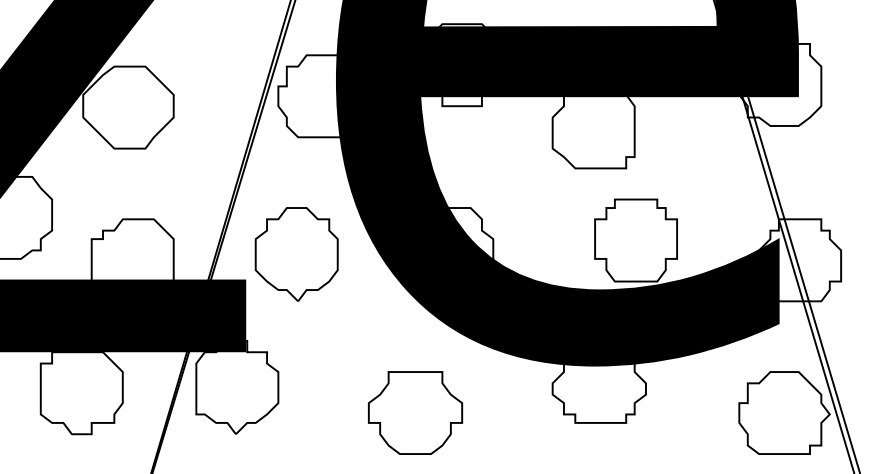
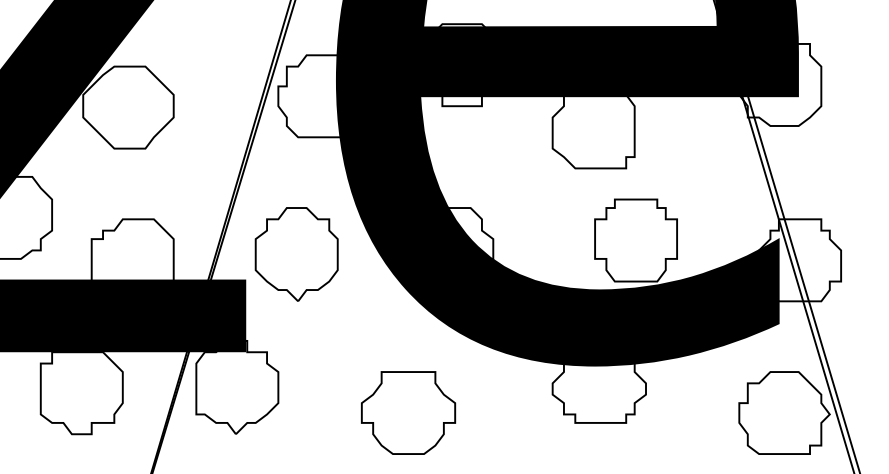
part at (415, 412) position: (415, 412) -> (408, 412)
